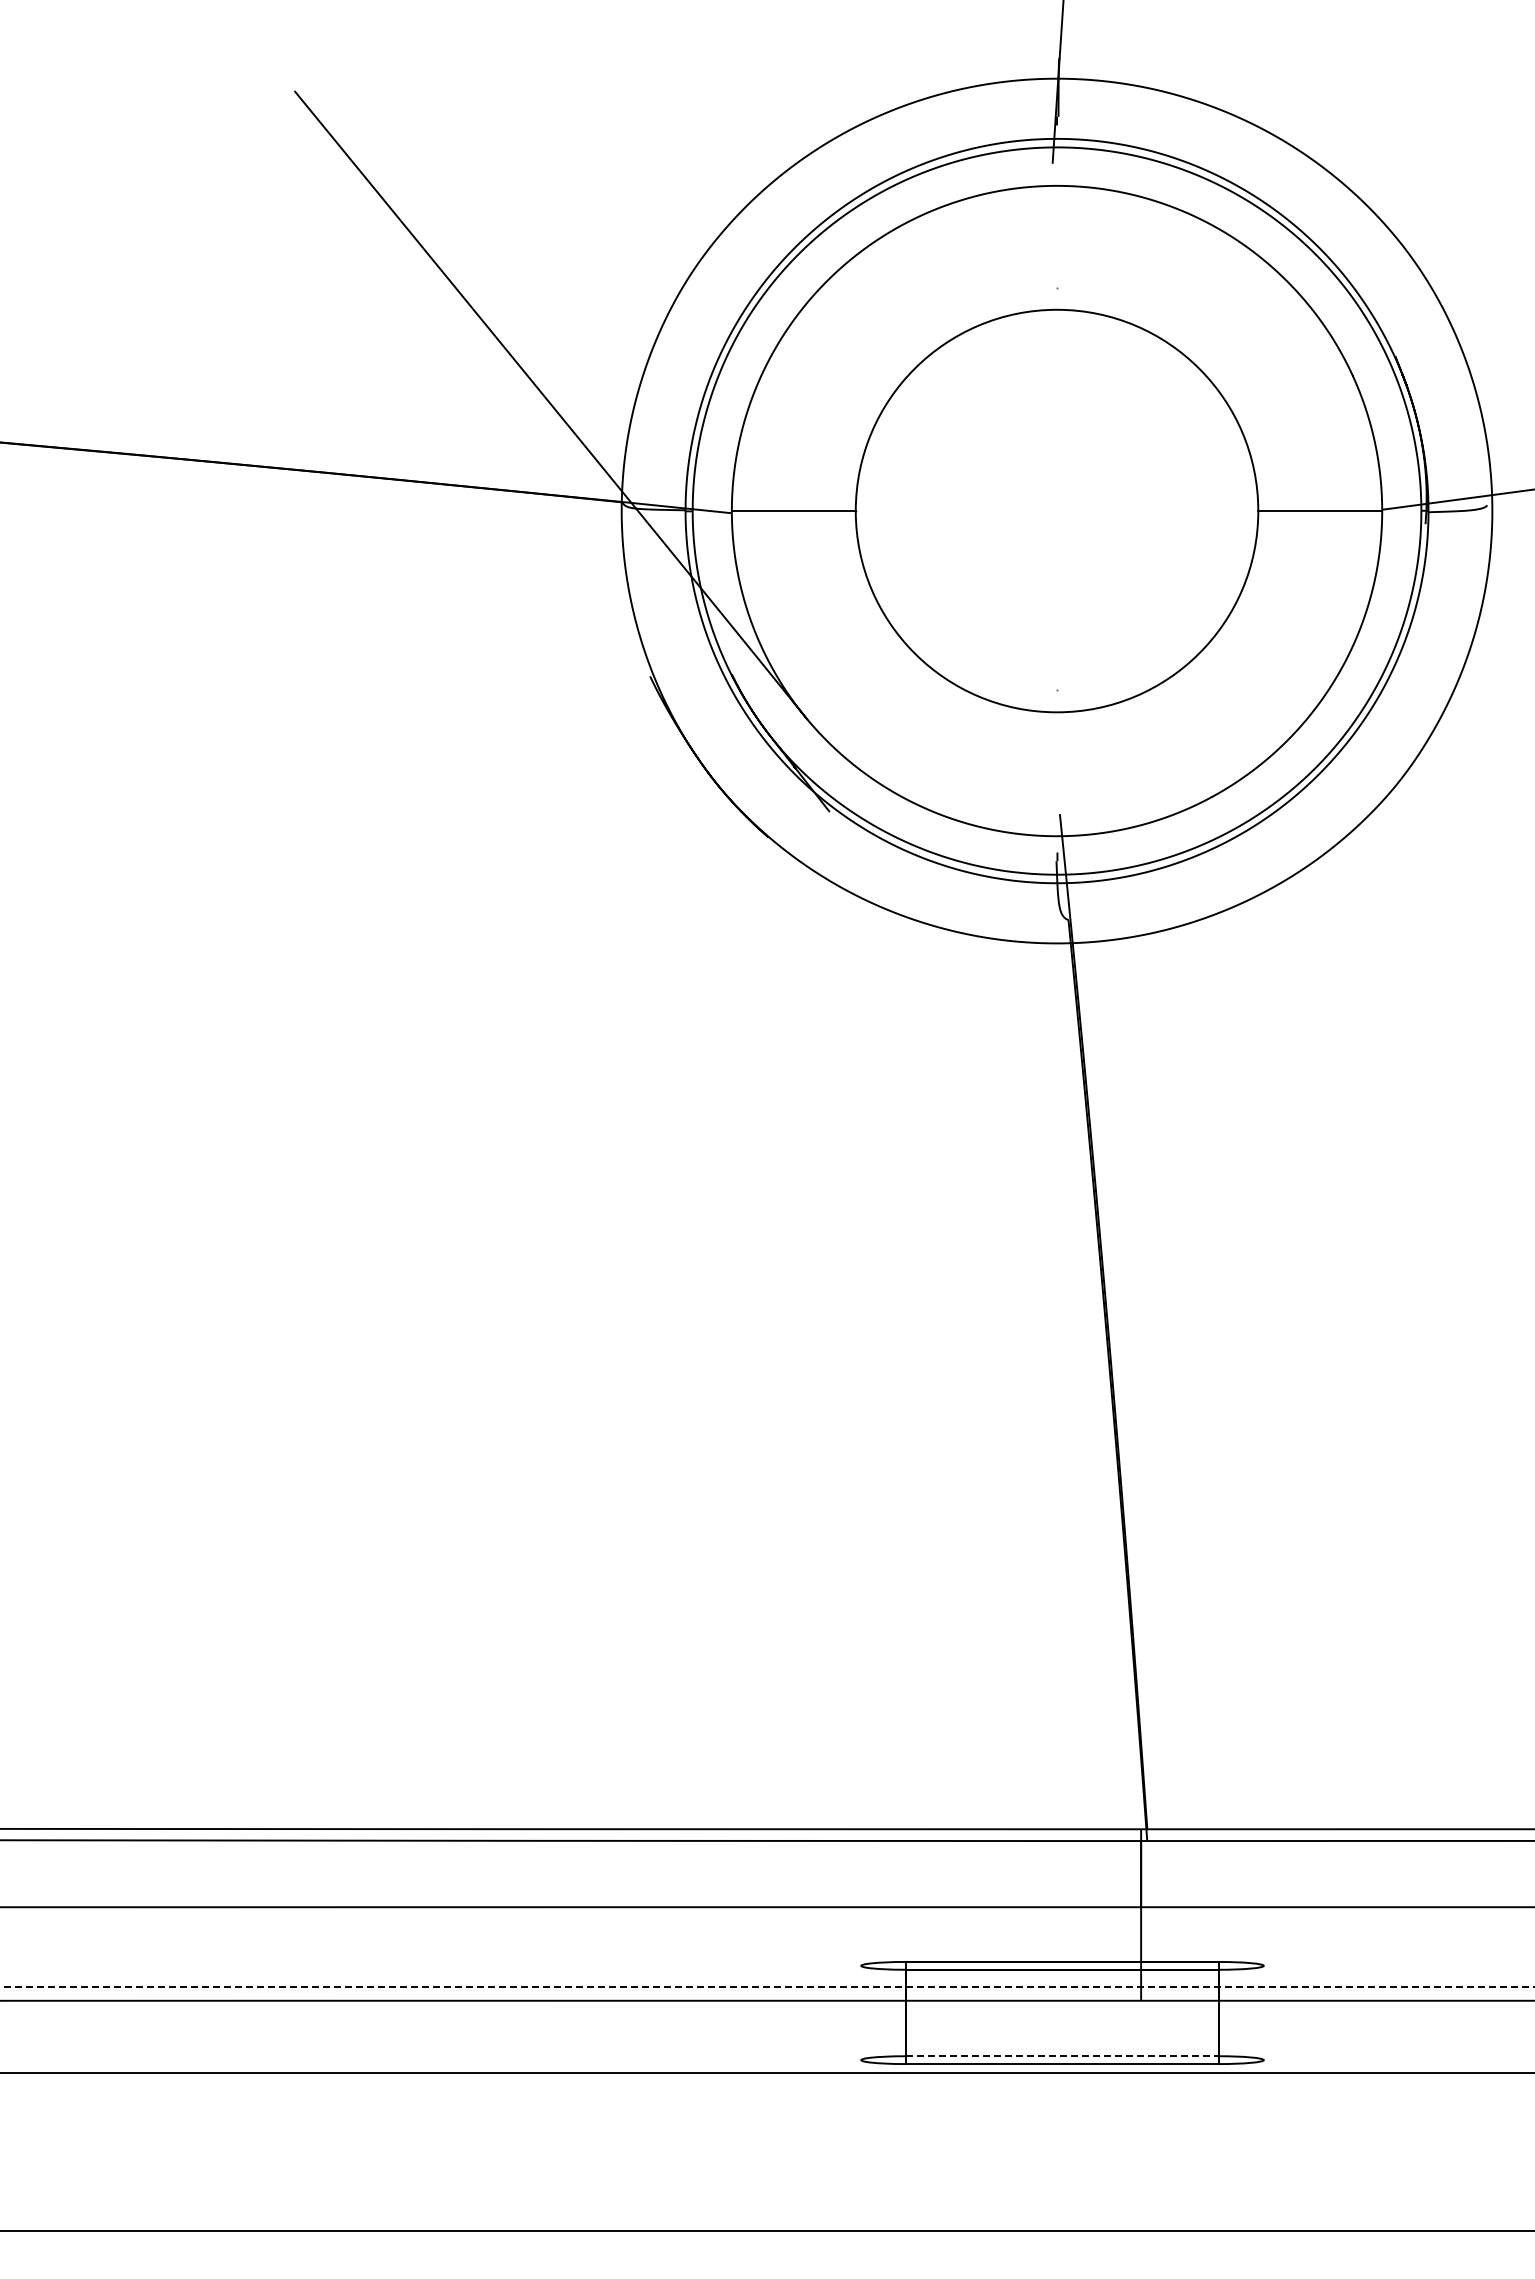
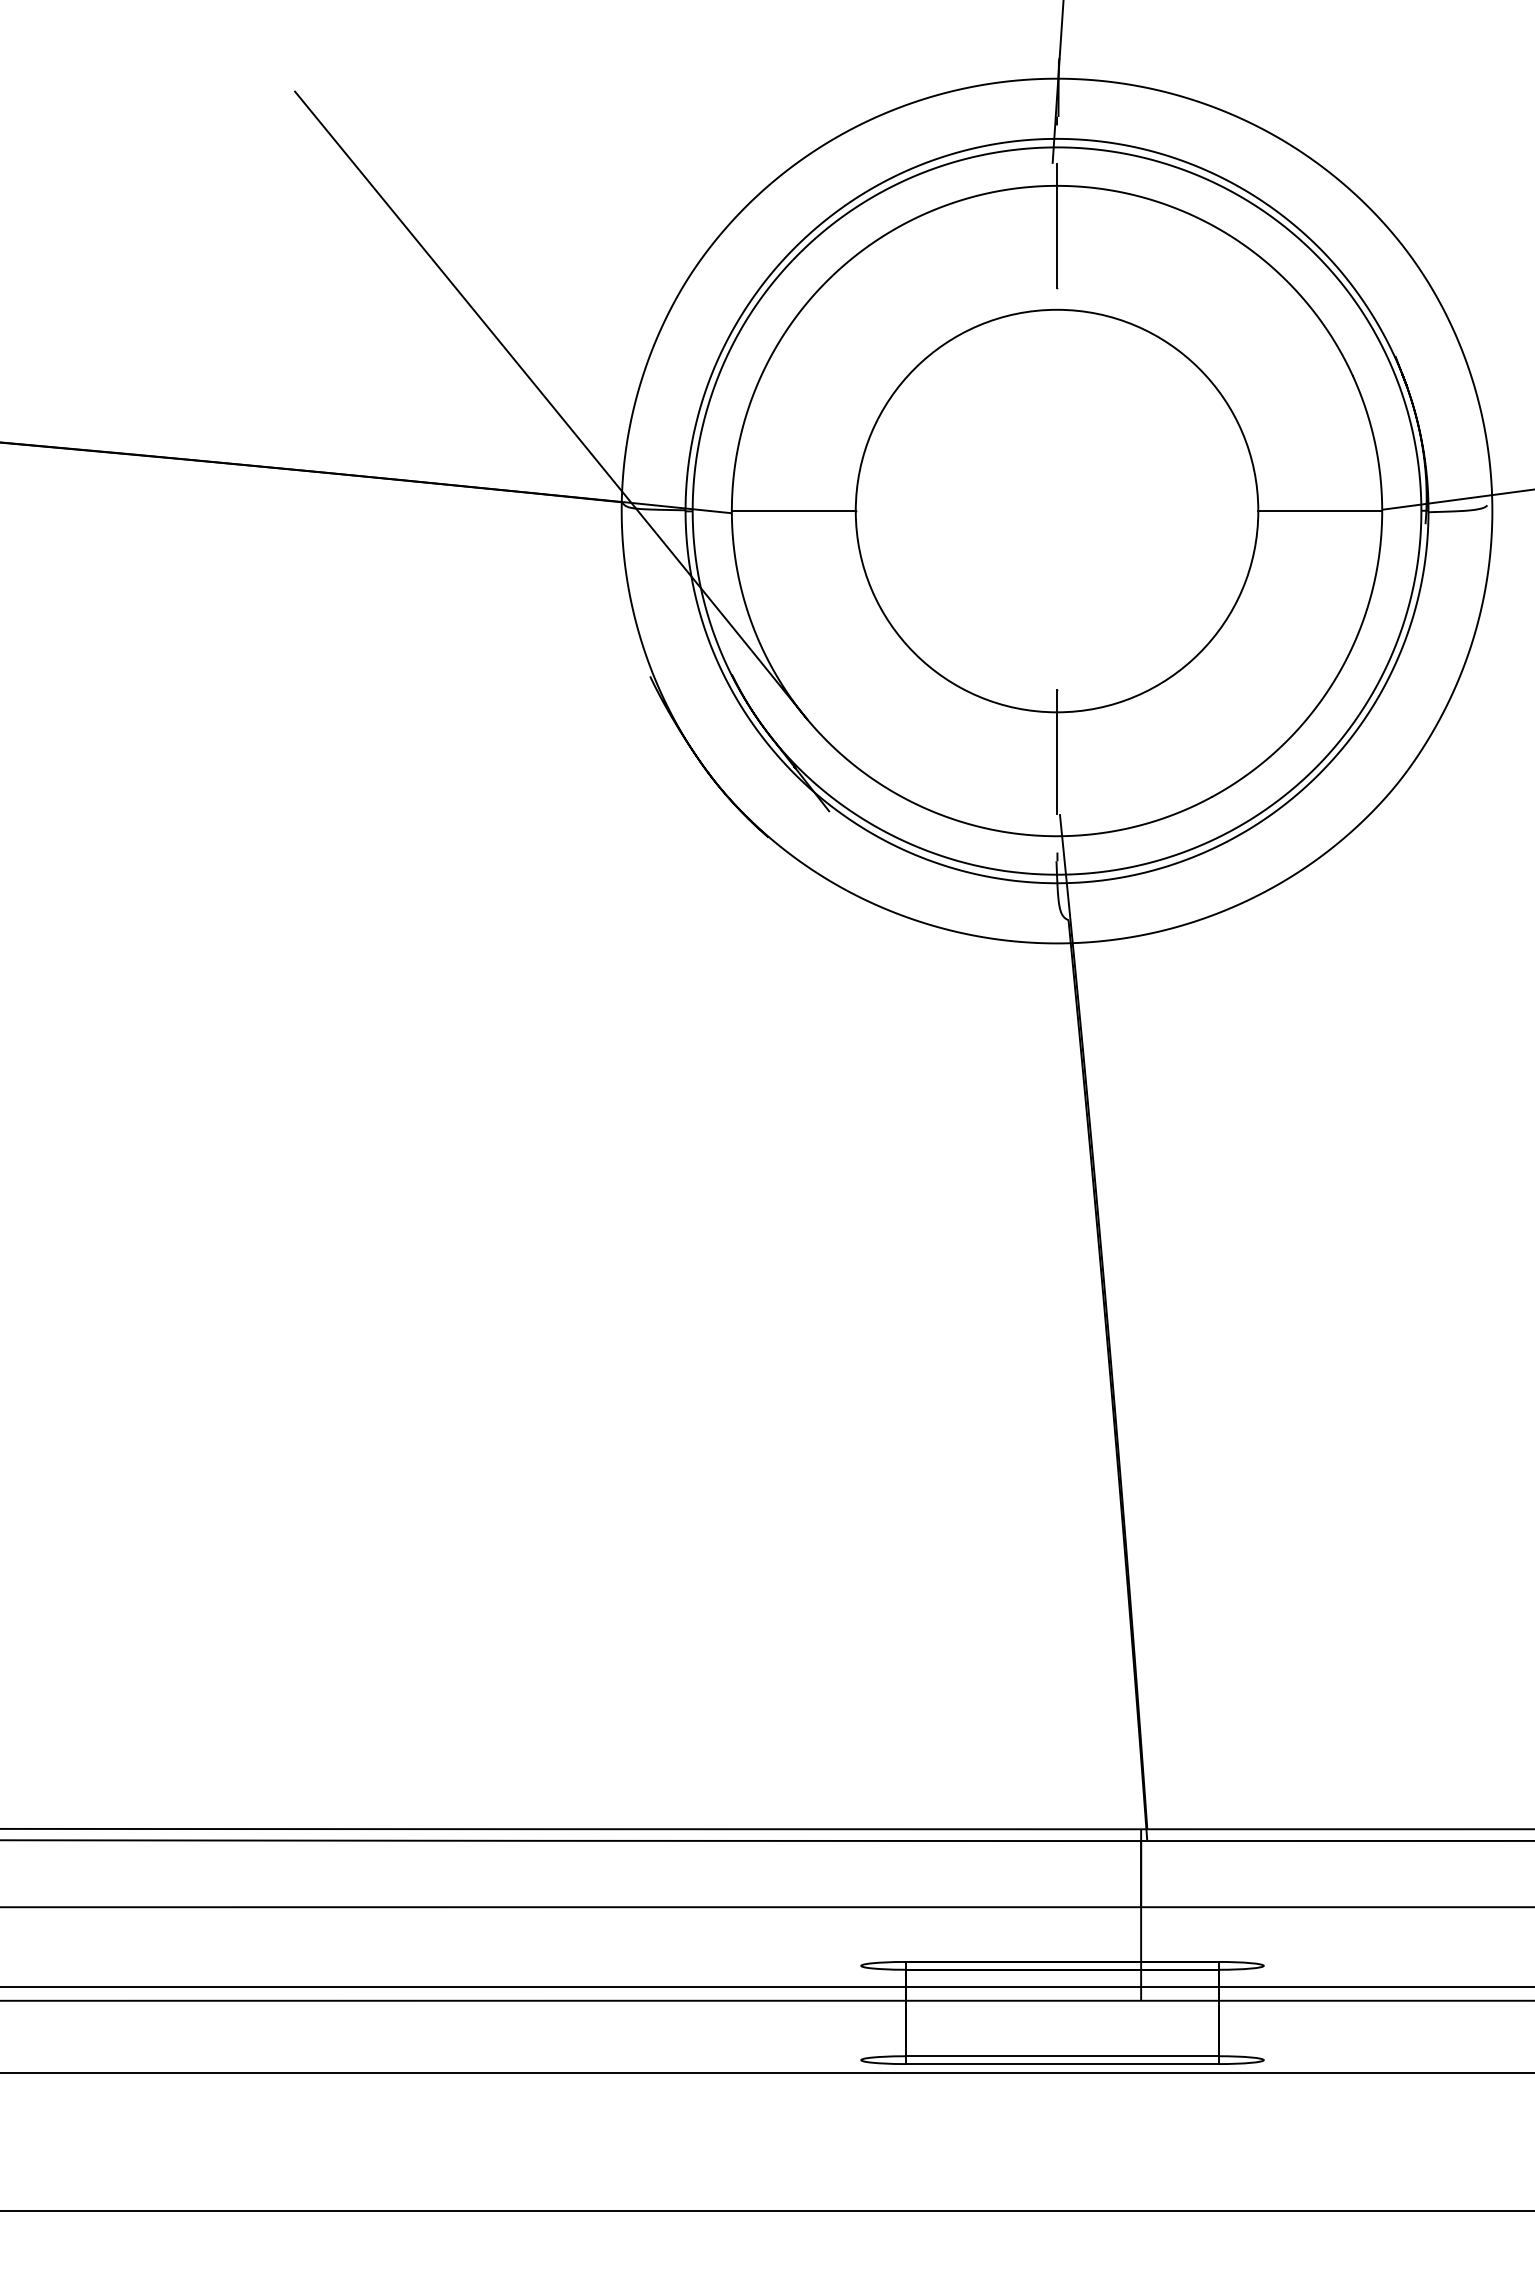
line at (1057, 225): none -> present
line at (1057, 752): none -> present
line at (768, 1987): dashed -> solid
line at (1062, 2056): dashed -> solid
line at (766, 2230) position: (766, 2230) -> (766, 2210)
